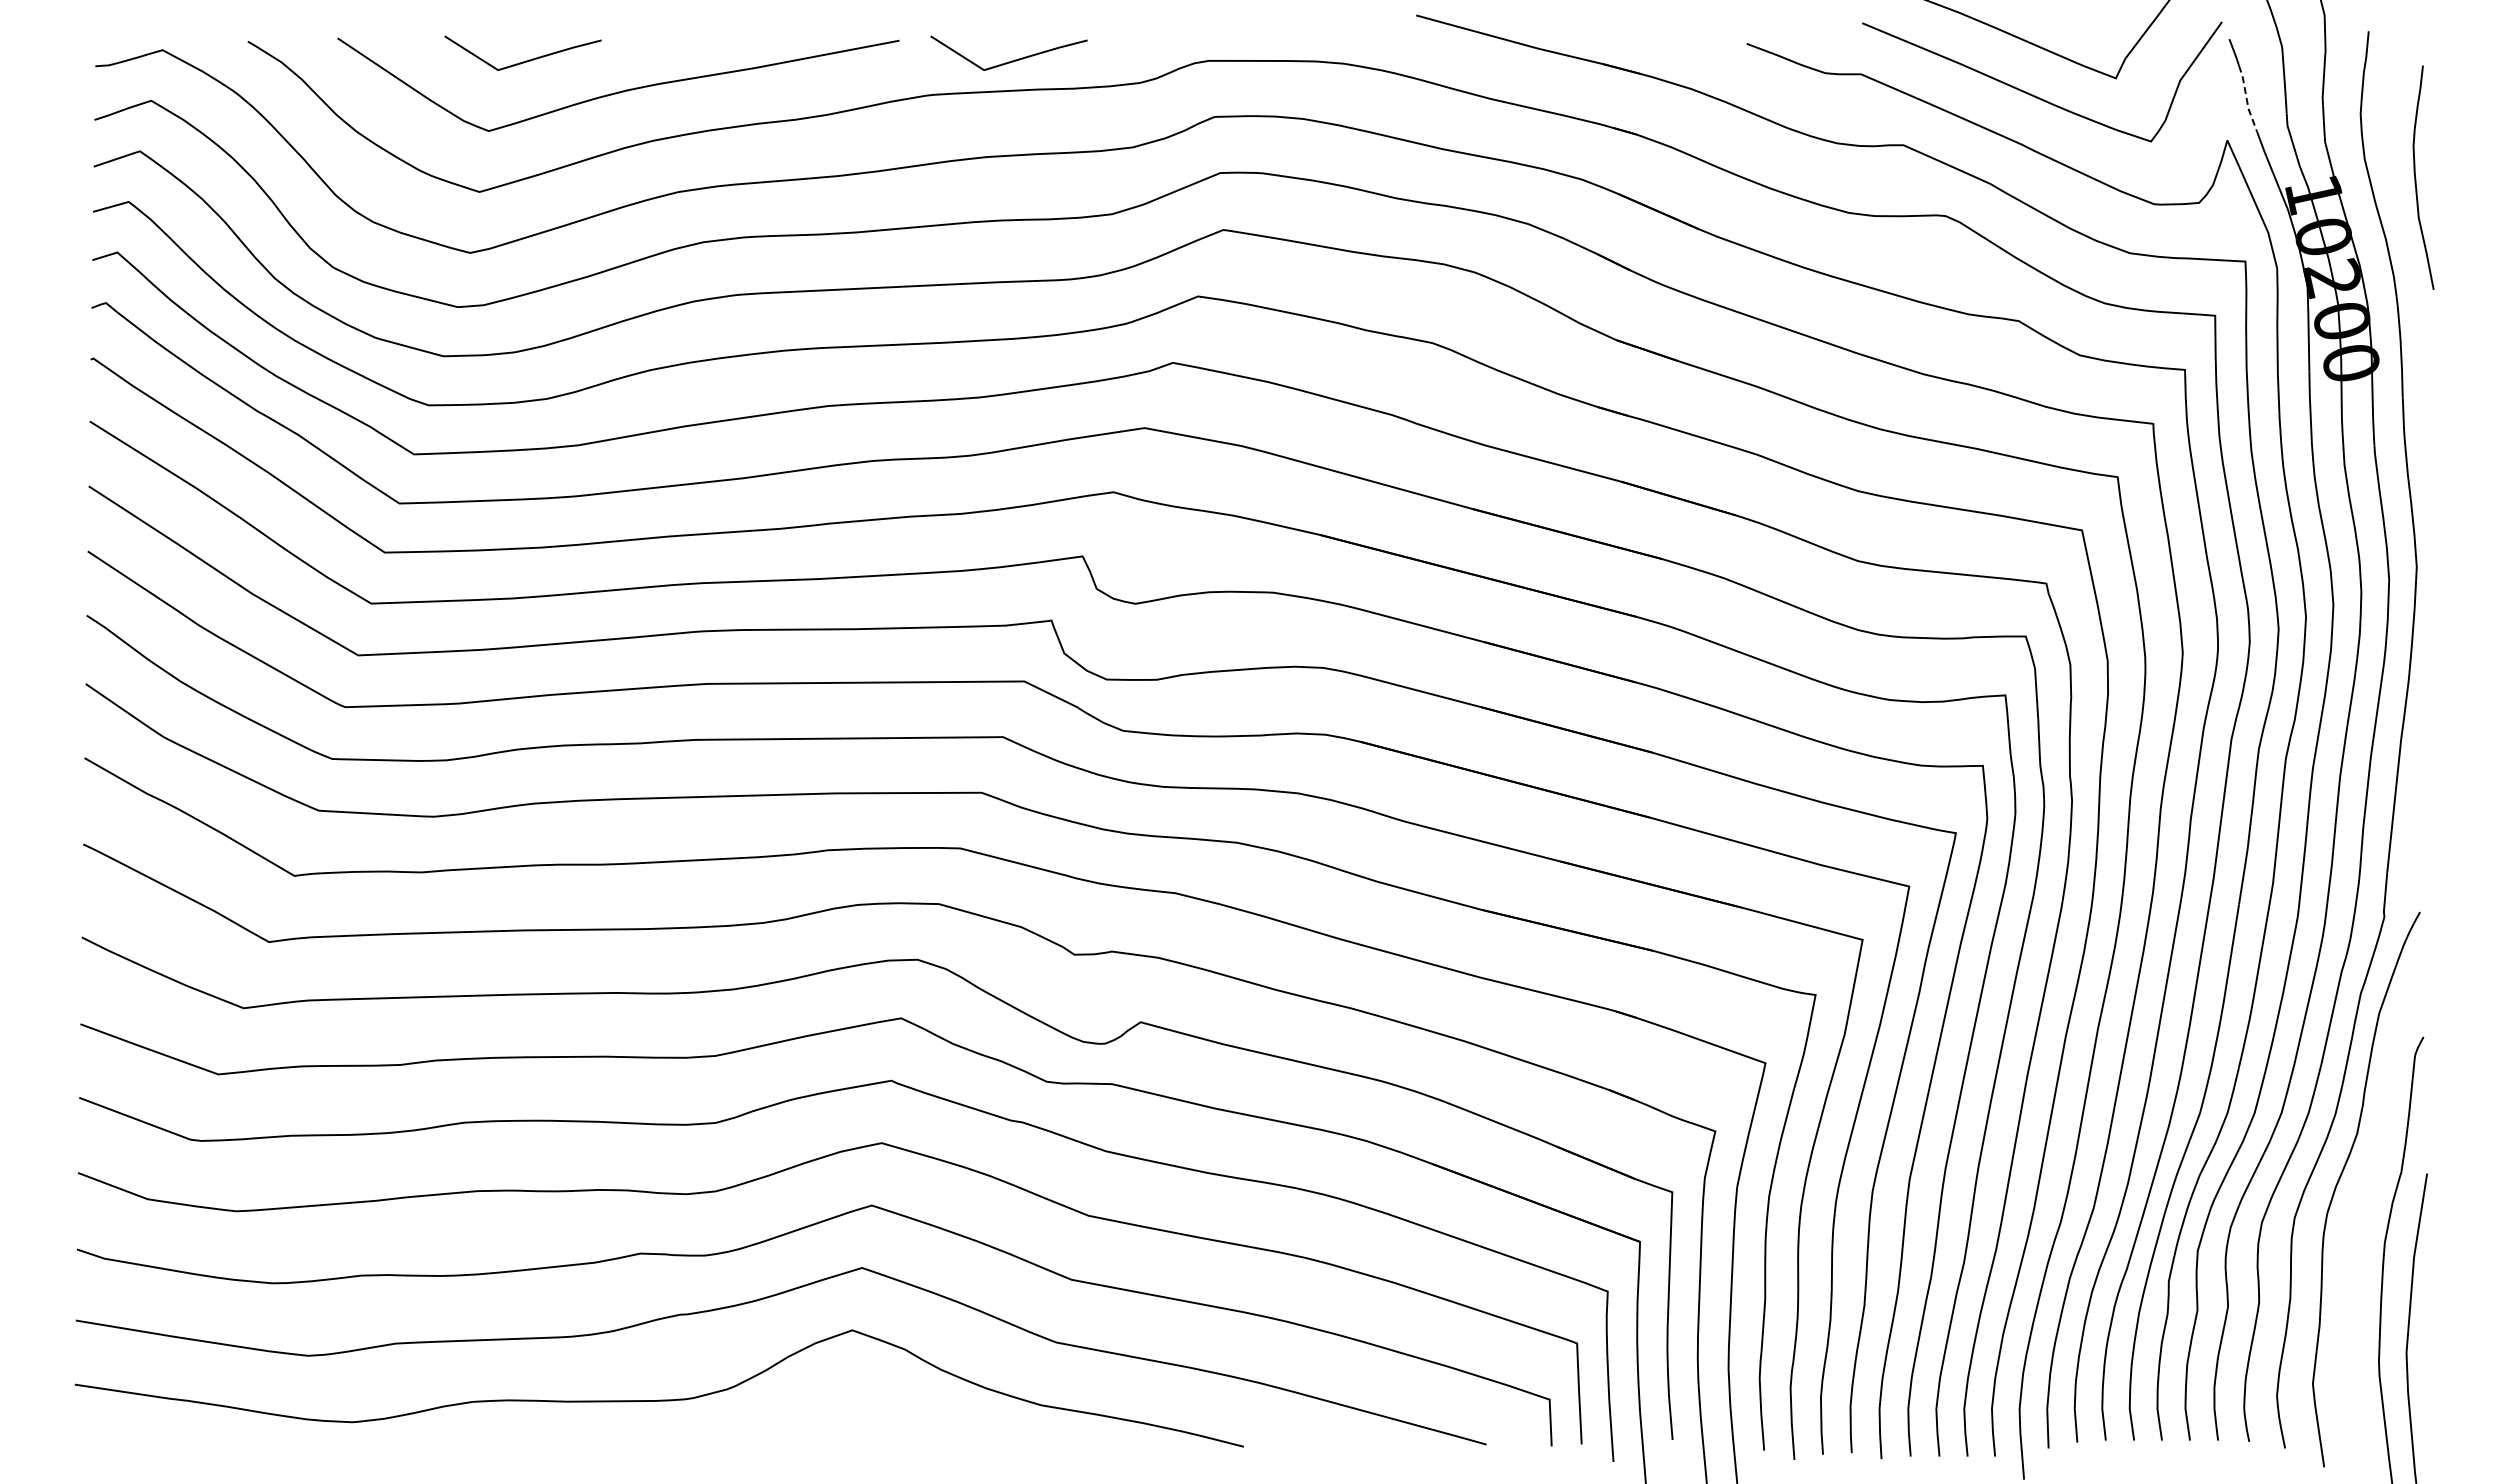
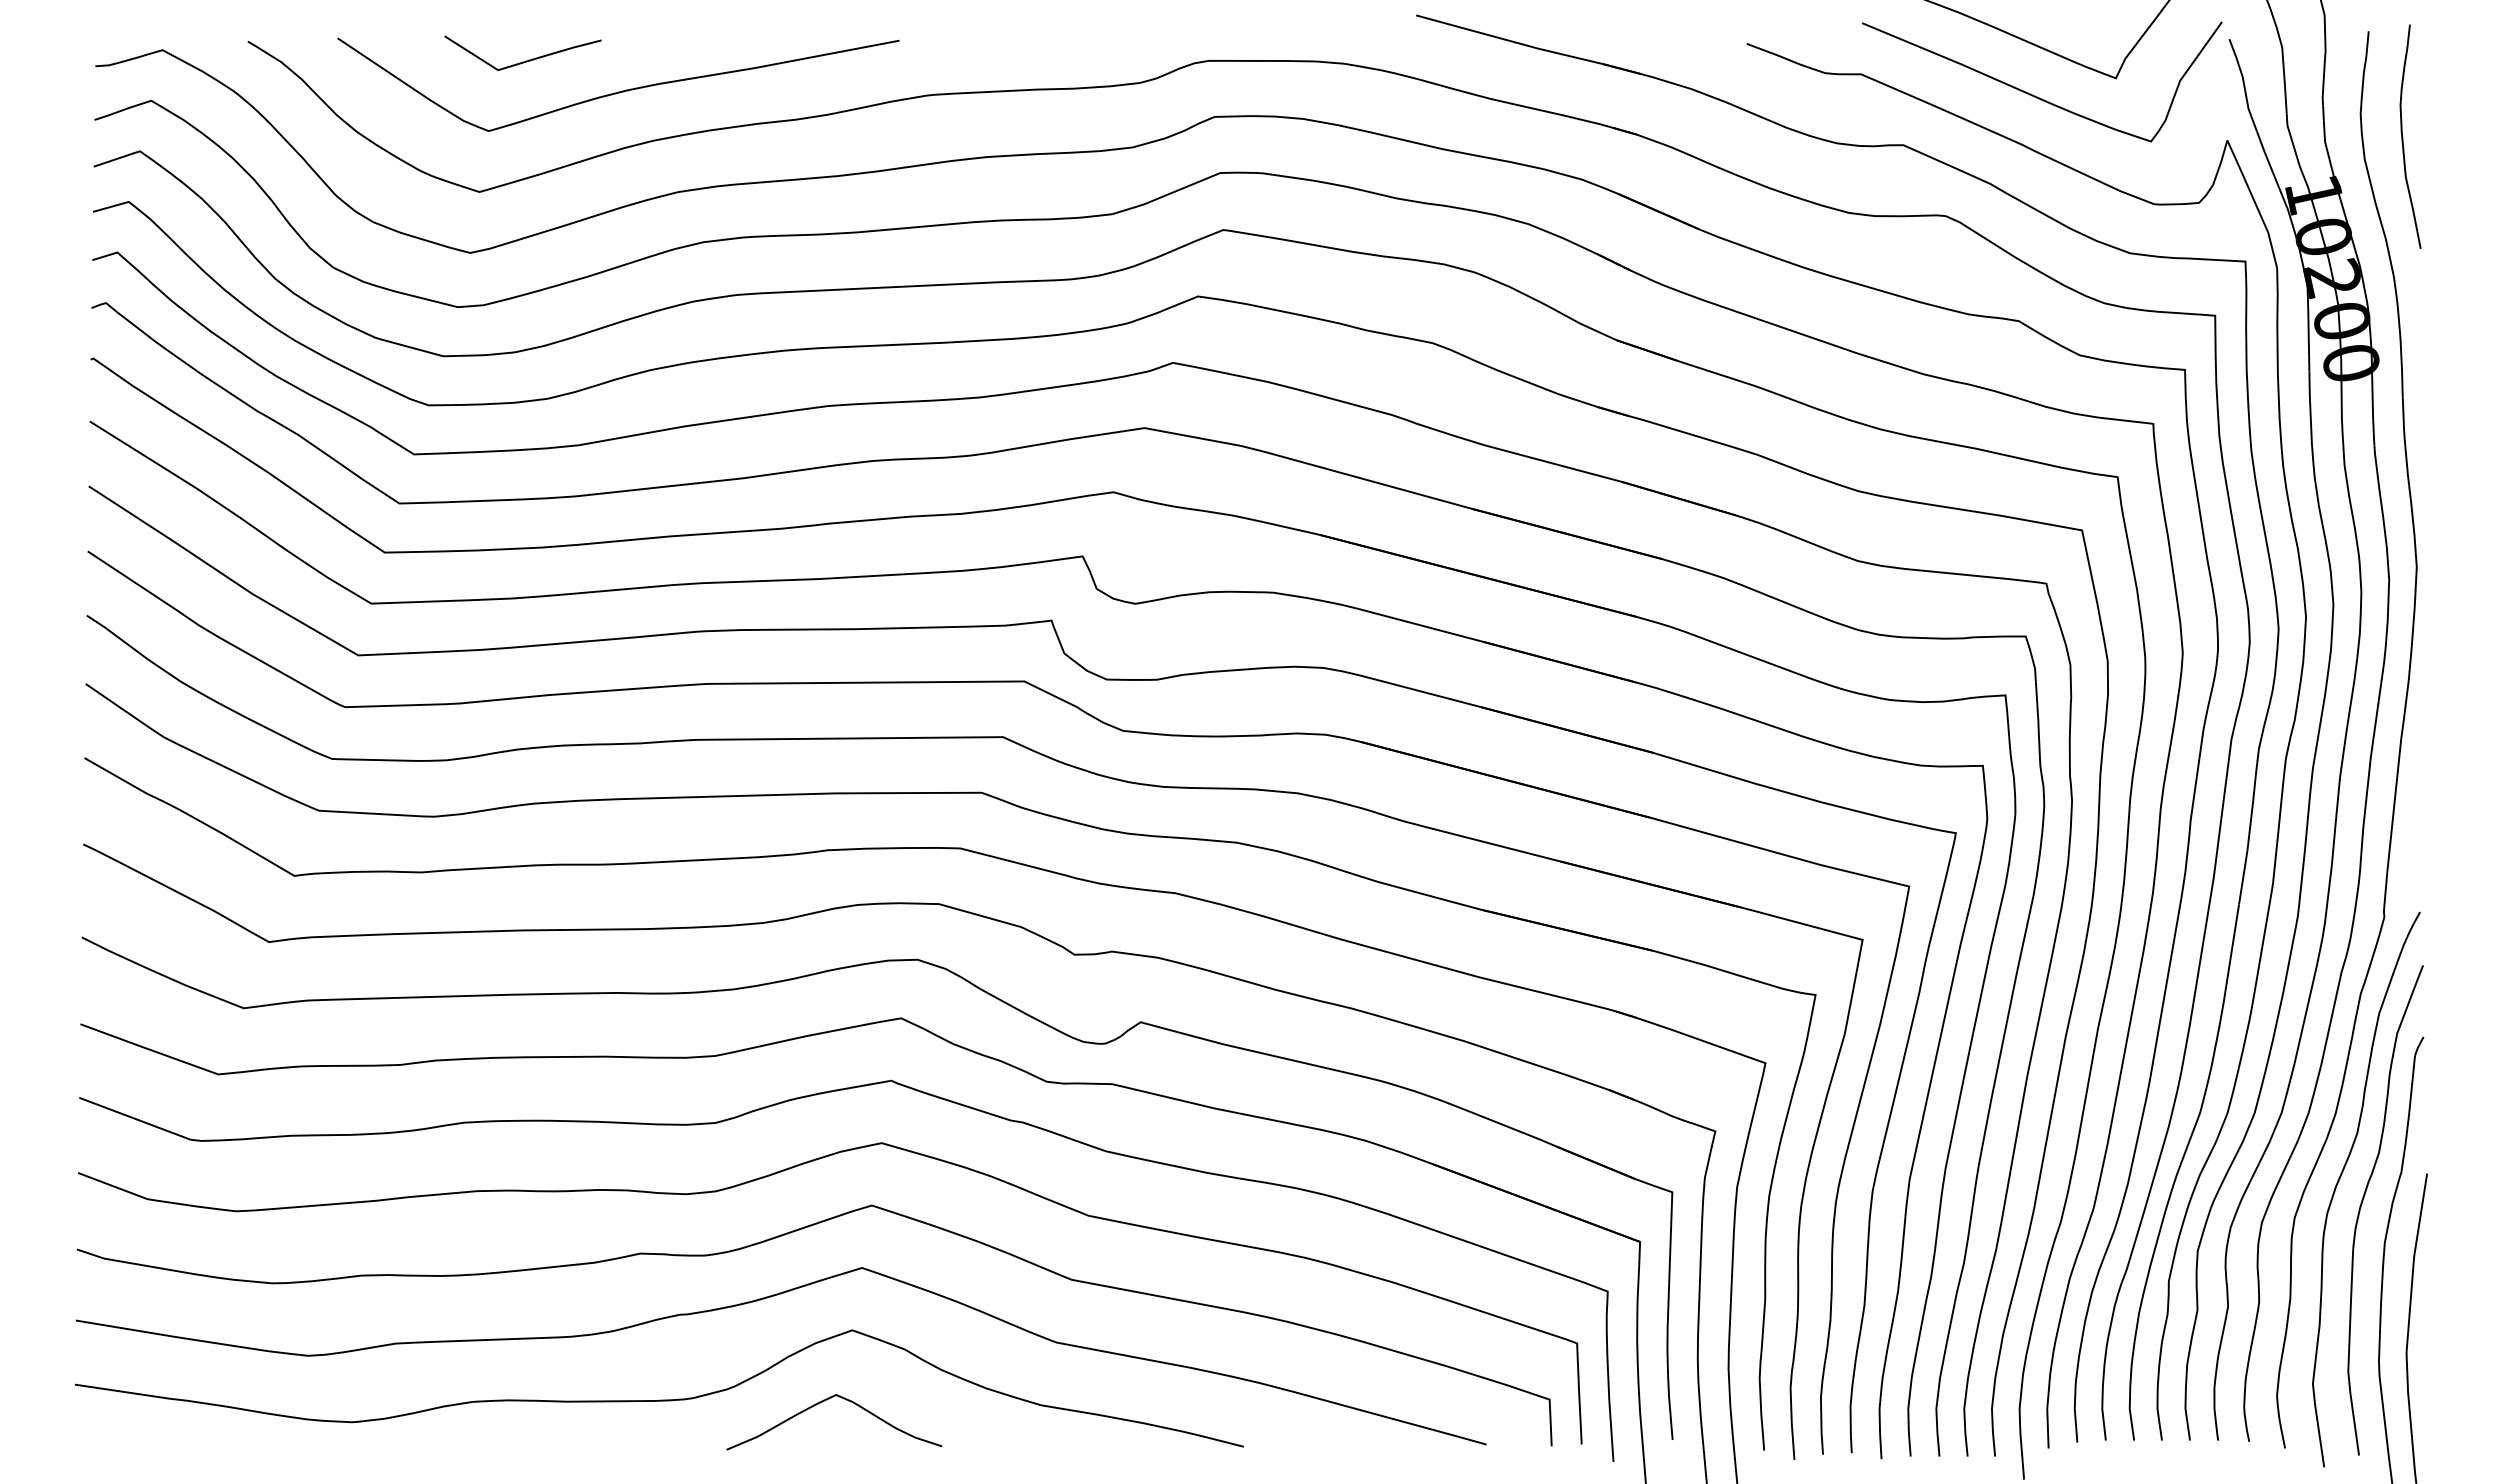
curve at (1011, 60): present -> none
line at (2246, 99): dashed -> solid
curve at (2416, 177) position: (2416, 177) -> (2403, 136)
curve at (2363, 1201): none -> present
curve at (827, 1400): none -> present
